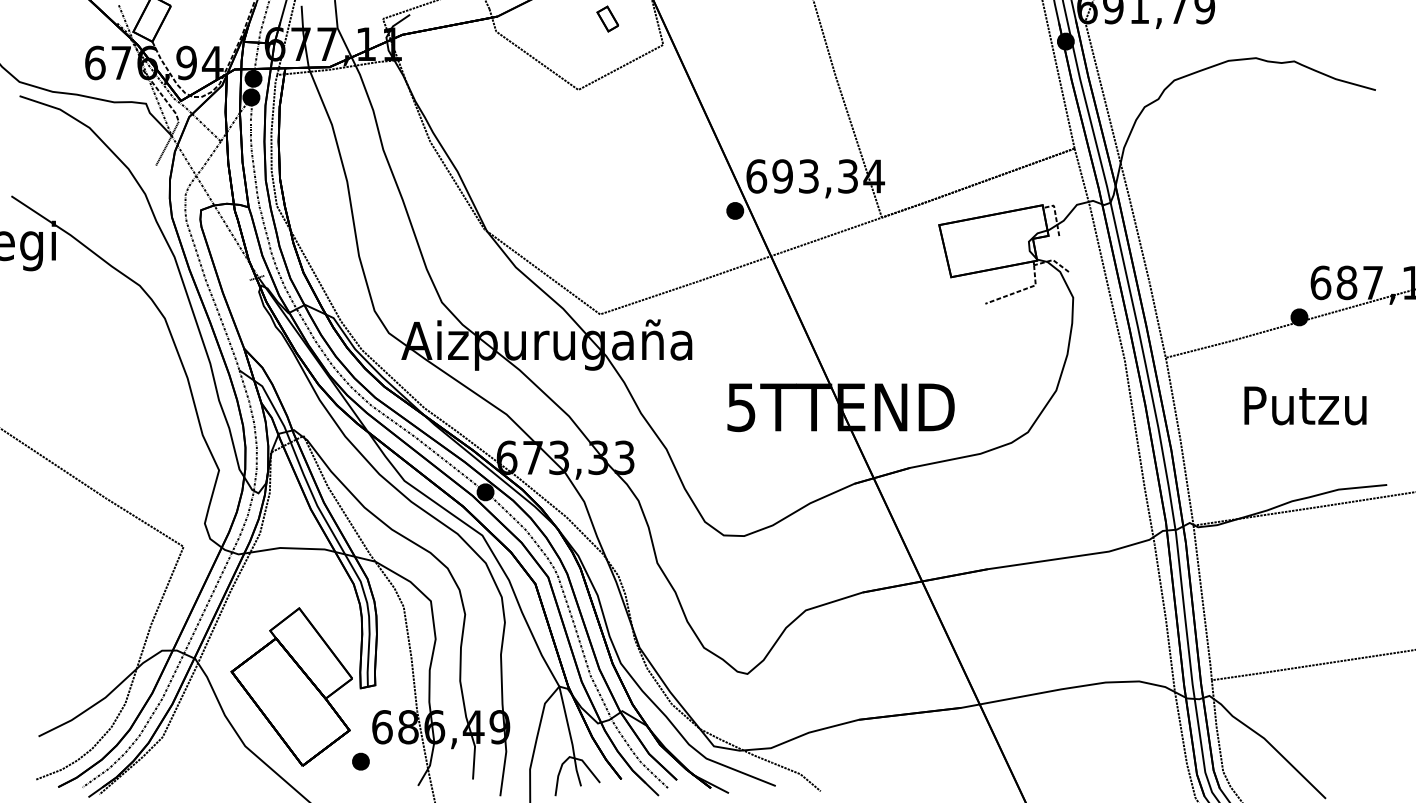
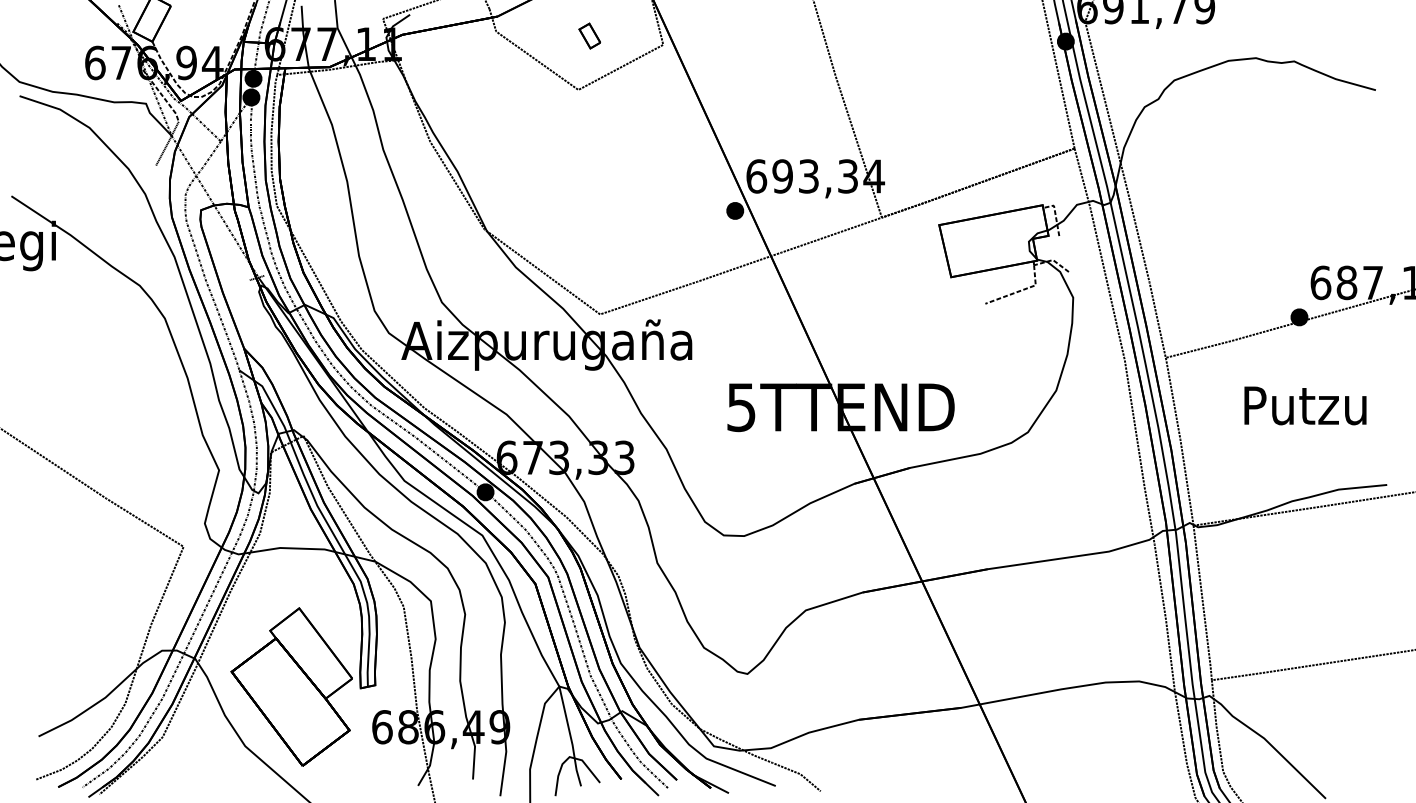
part at (607, 18) position: (607, 18) -> (589, 35)
part at (360, 761): present -> none
